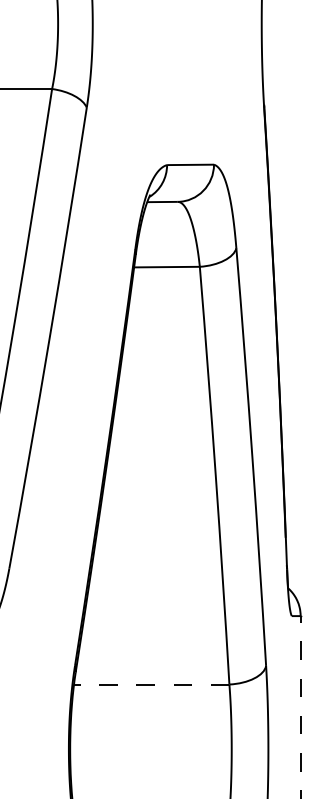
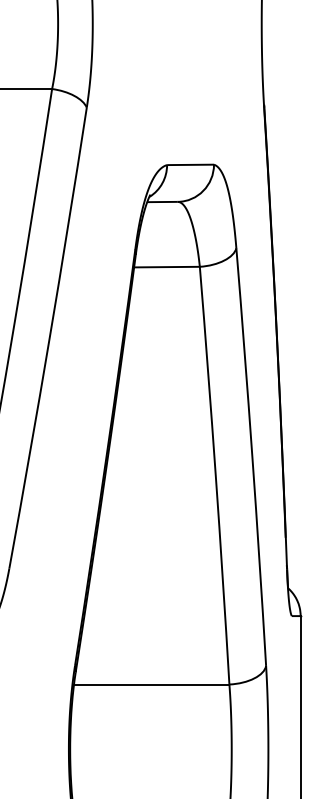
line at (151, 684): dashed -> solid
line at (300, 706): dashed -> solid
